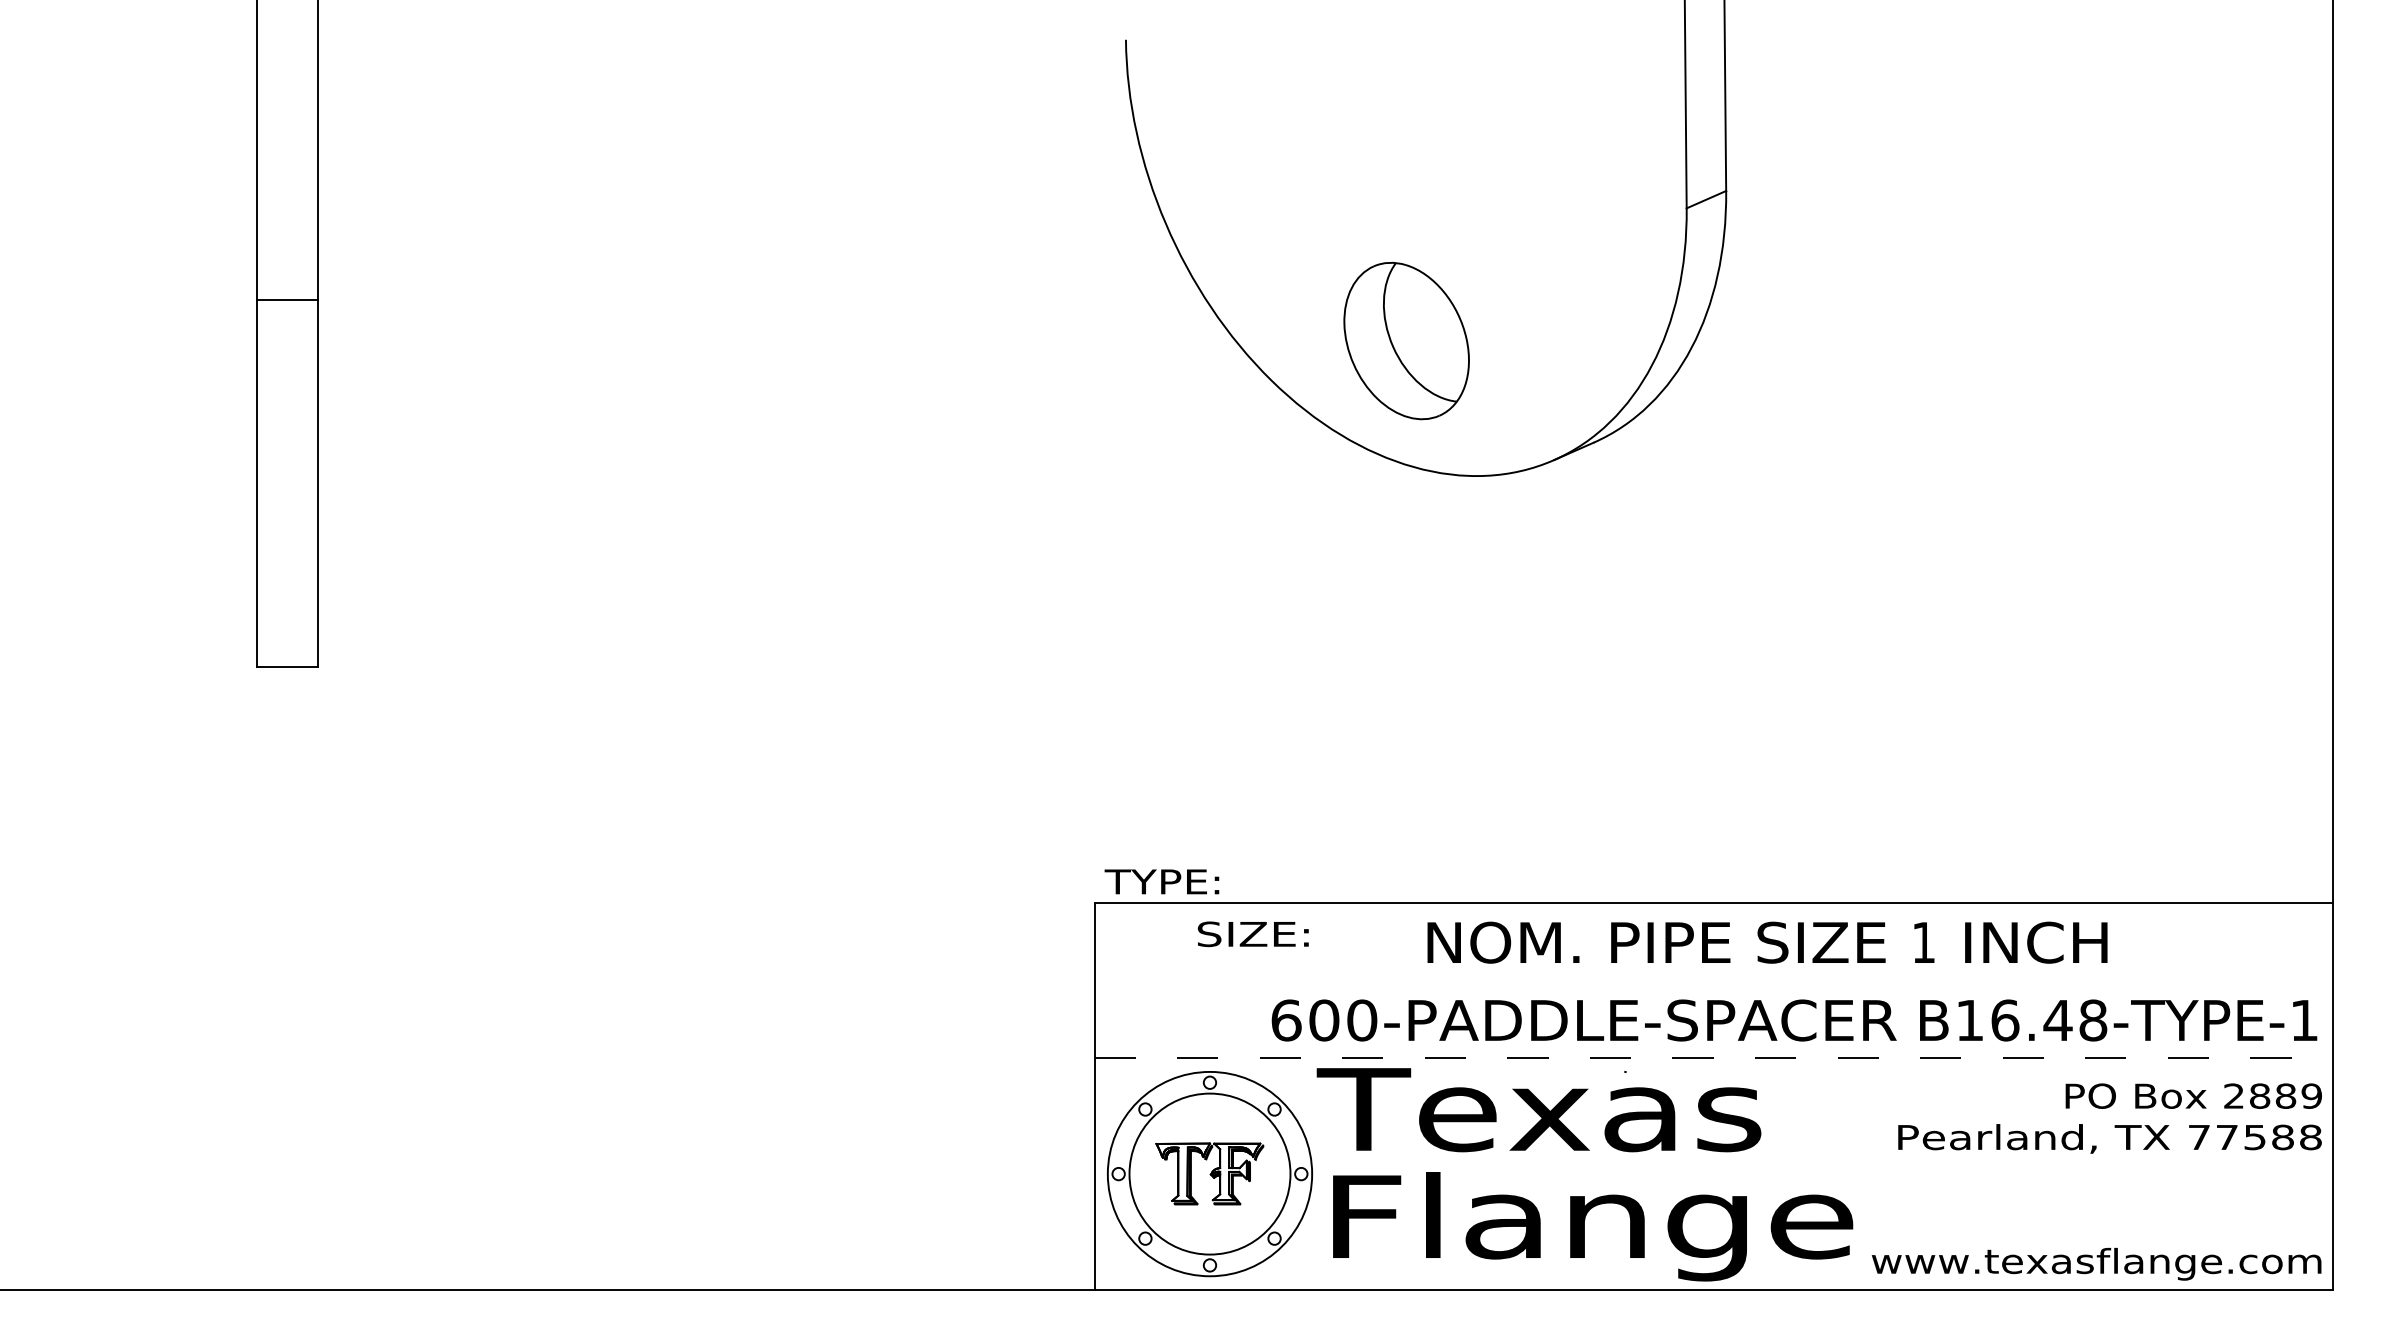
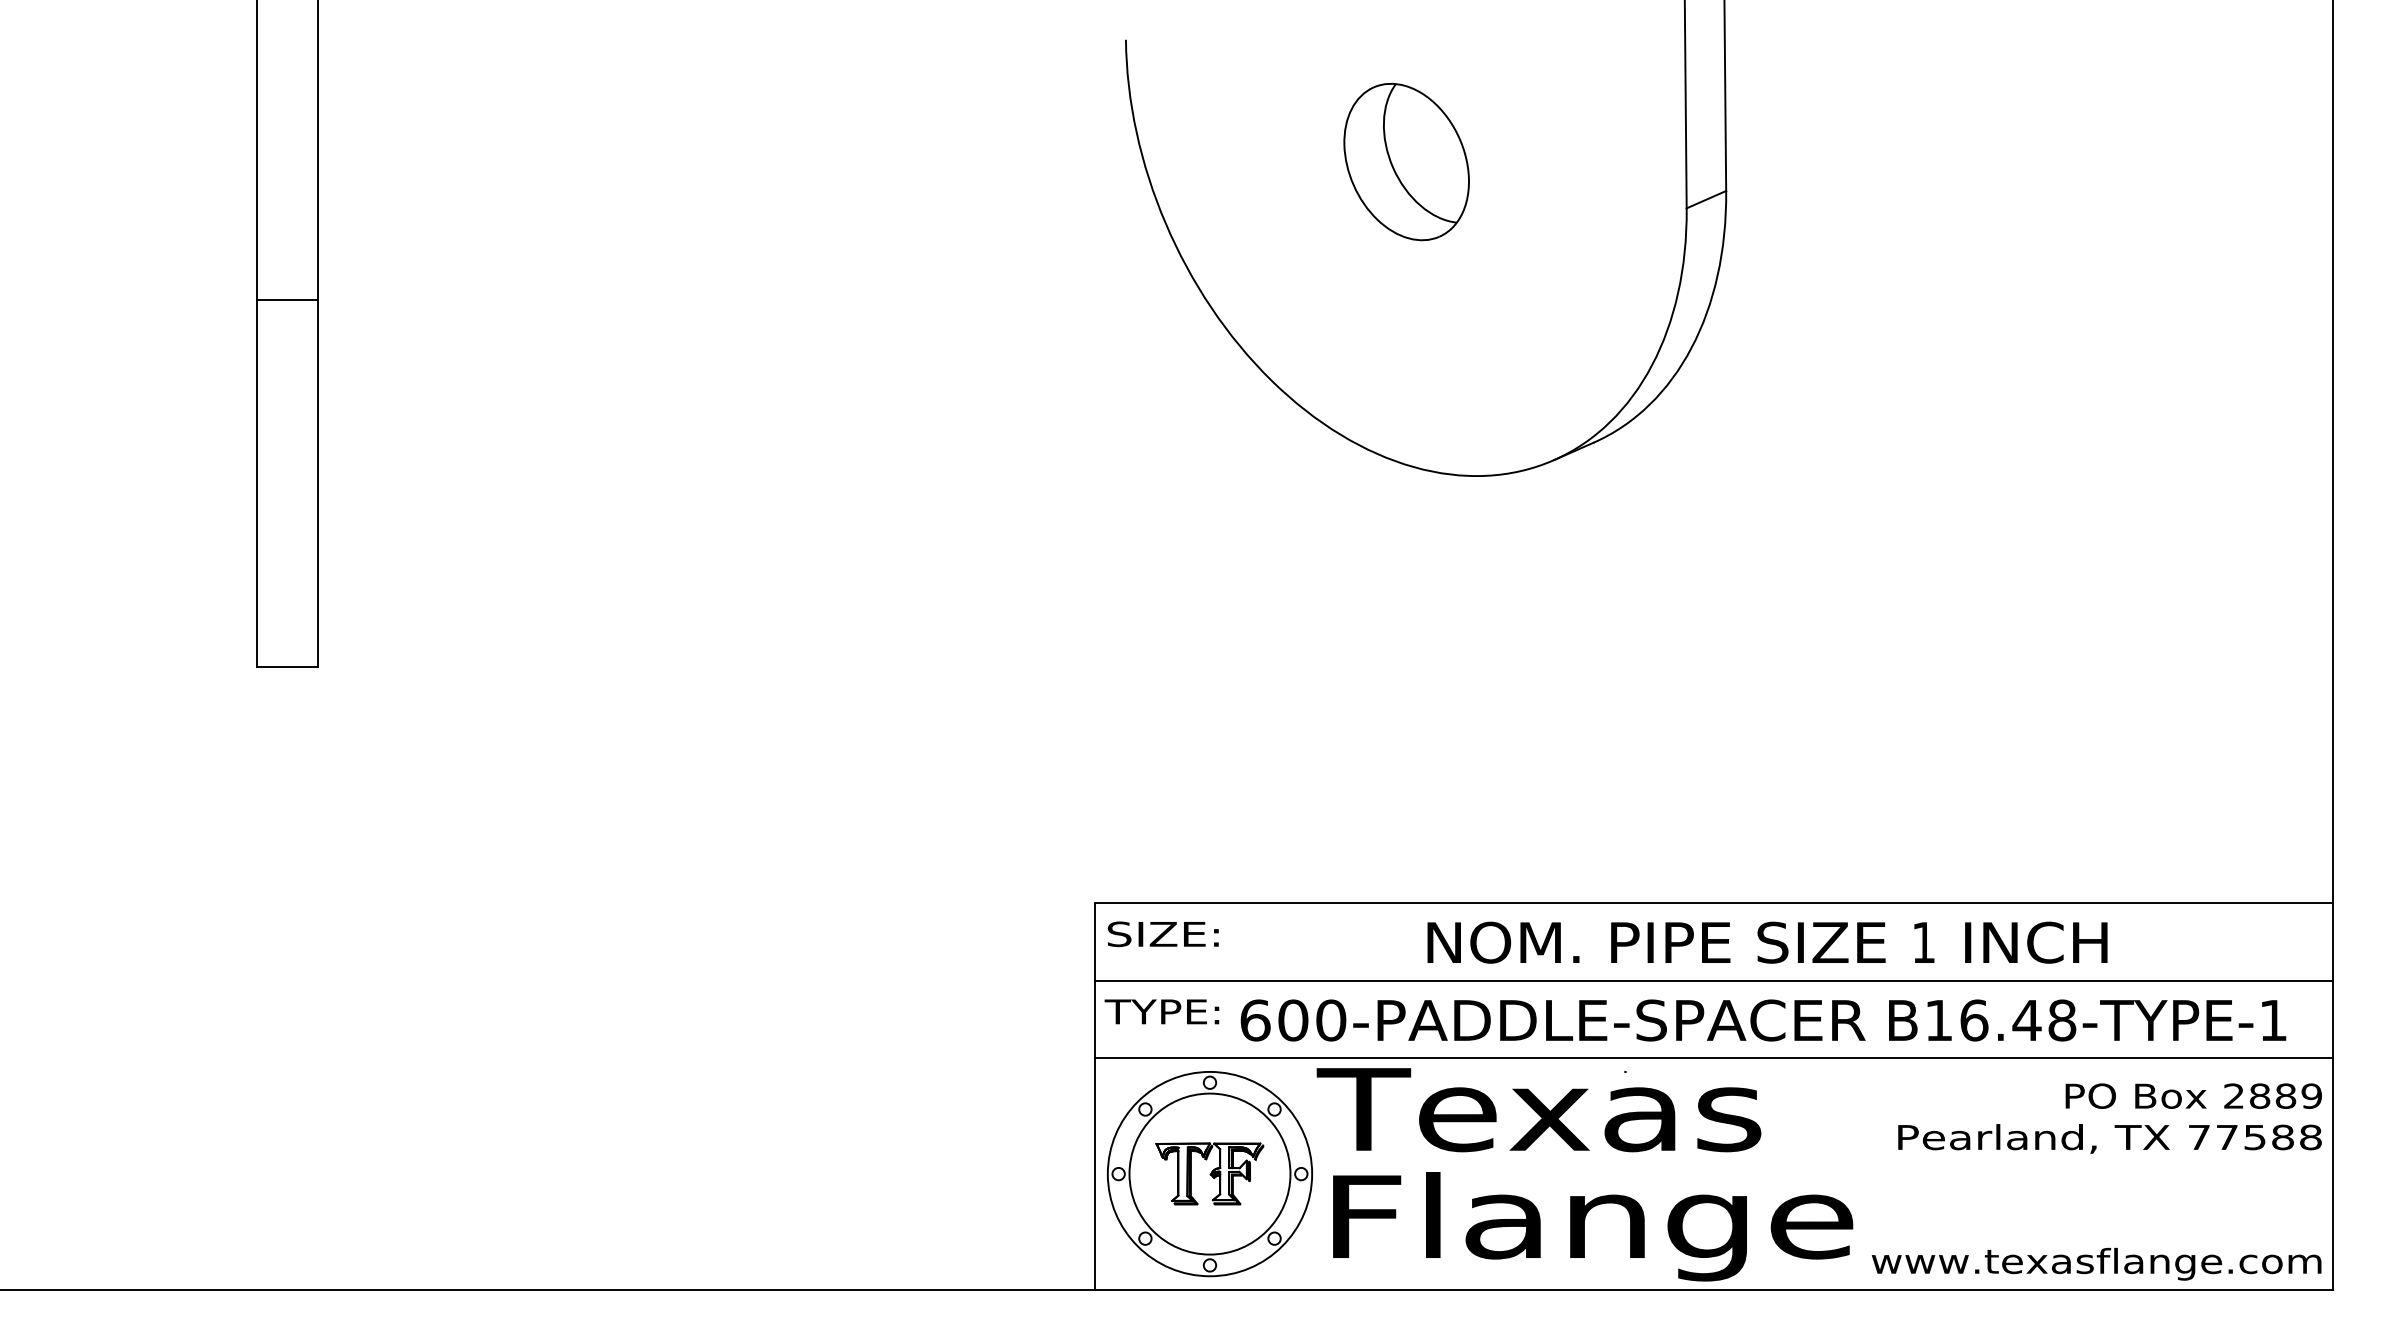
part at (1406, 340) position: (1406, 340) -> (1406, 161)
text at (1161, 881) position: (1161, 881) -> (1161, 1011)
text at (1252, 934) position: (1252, 934) -> (1162, 934)
line at (1713, 980): none -> present
text at (1794, 1020) position: (1794, 1020) -> (1763, 1020)
line at (1714, 1058): dashed -> solid
